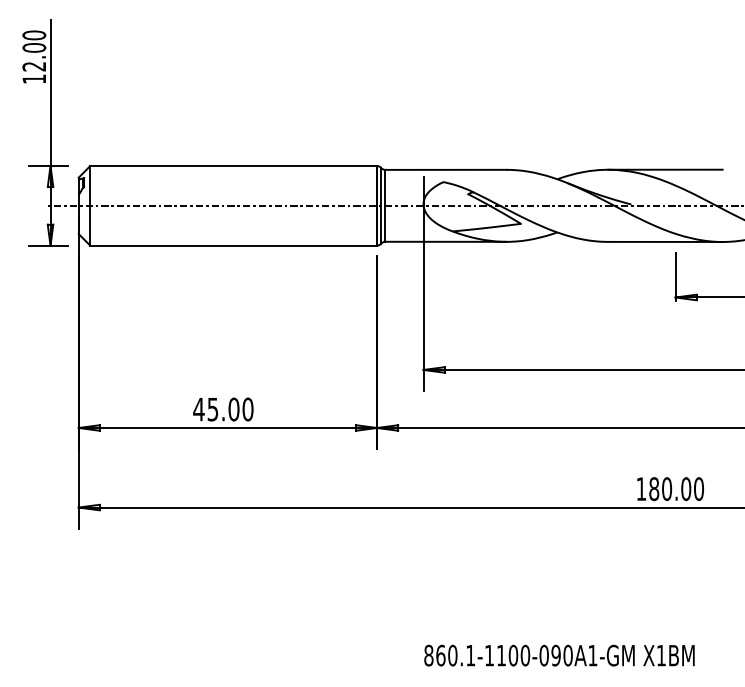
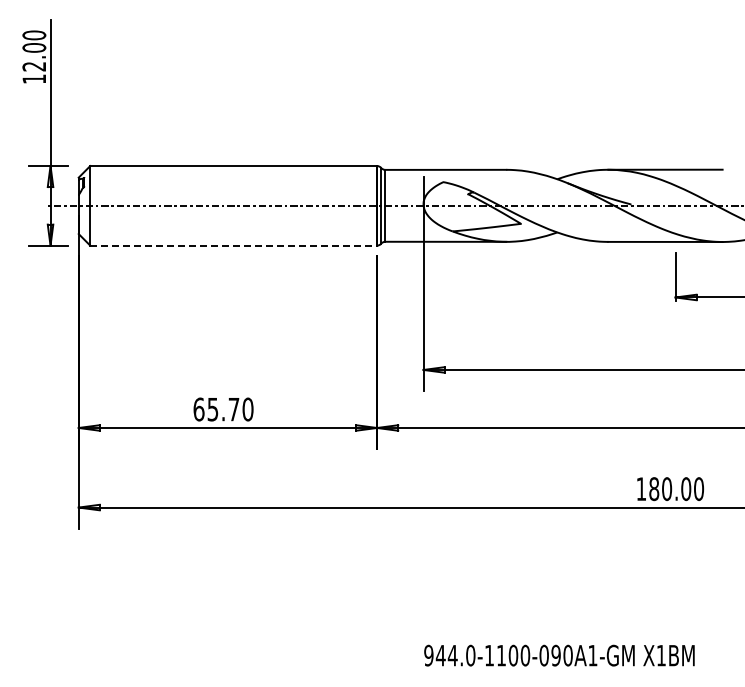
line at (234, 245): solid -> dashed
text at (216, 409): 45.00 -> 65.70
text at (449, 655): 860.1-1100-090A1-GM -> 944.0-1100-090A1-GM
